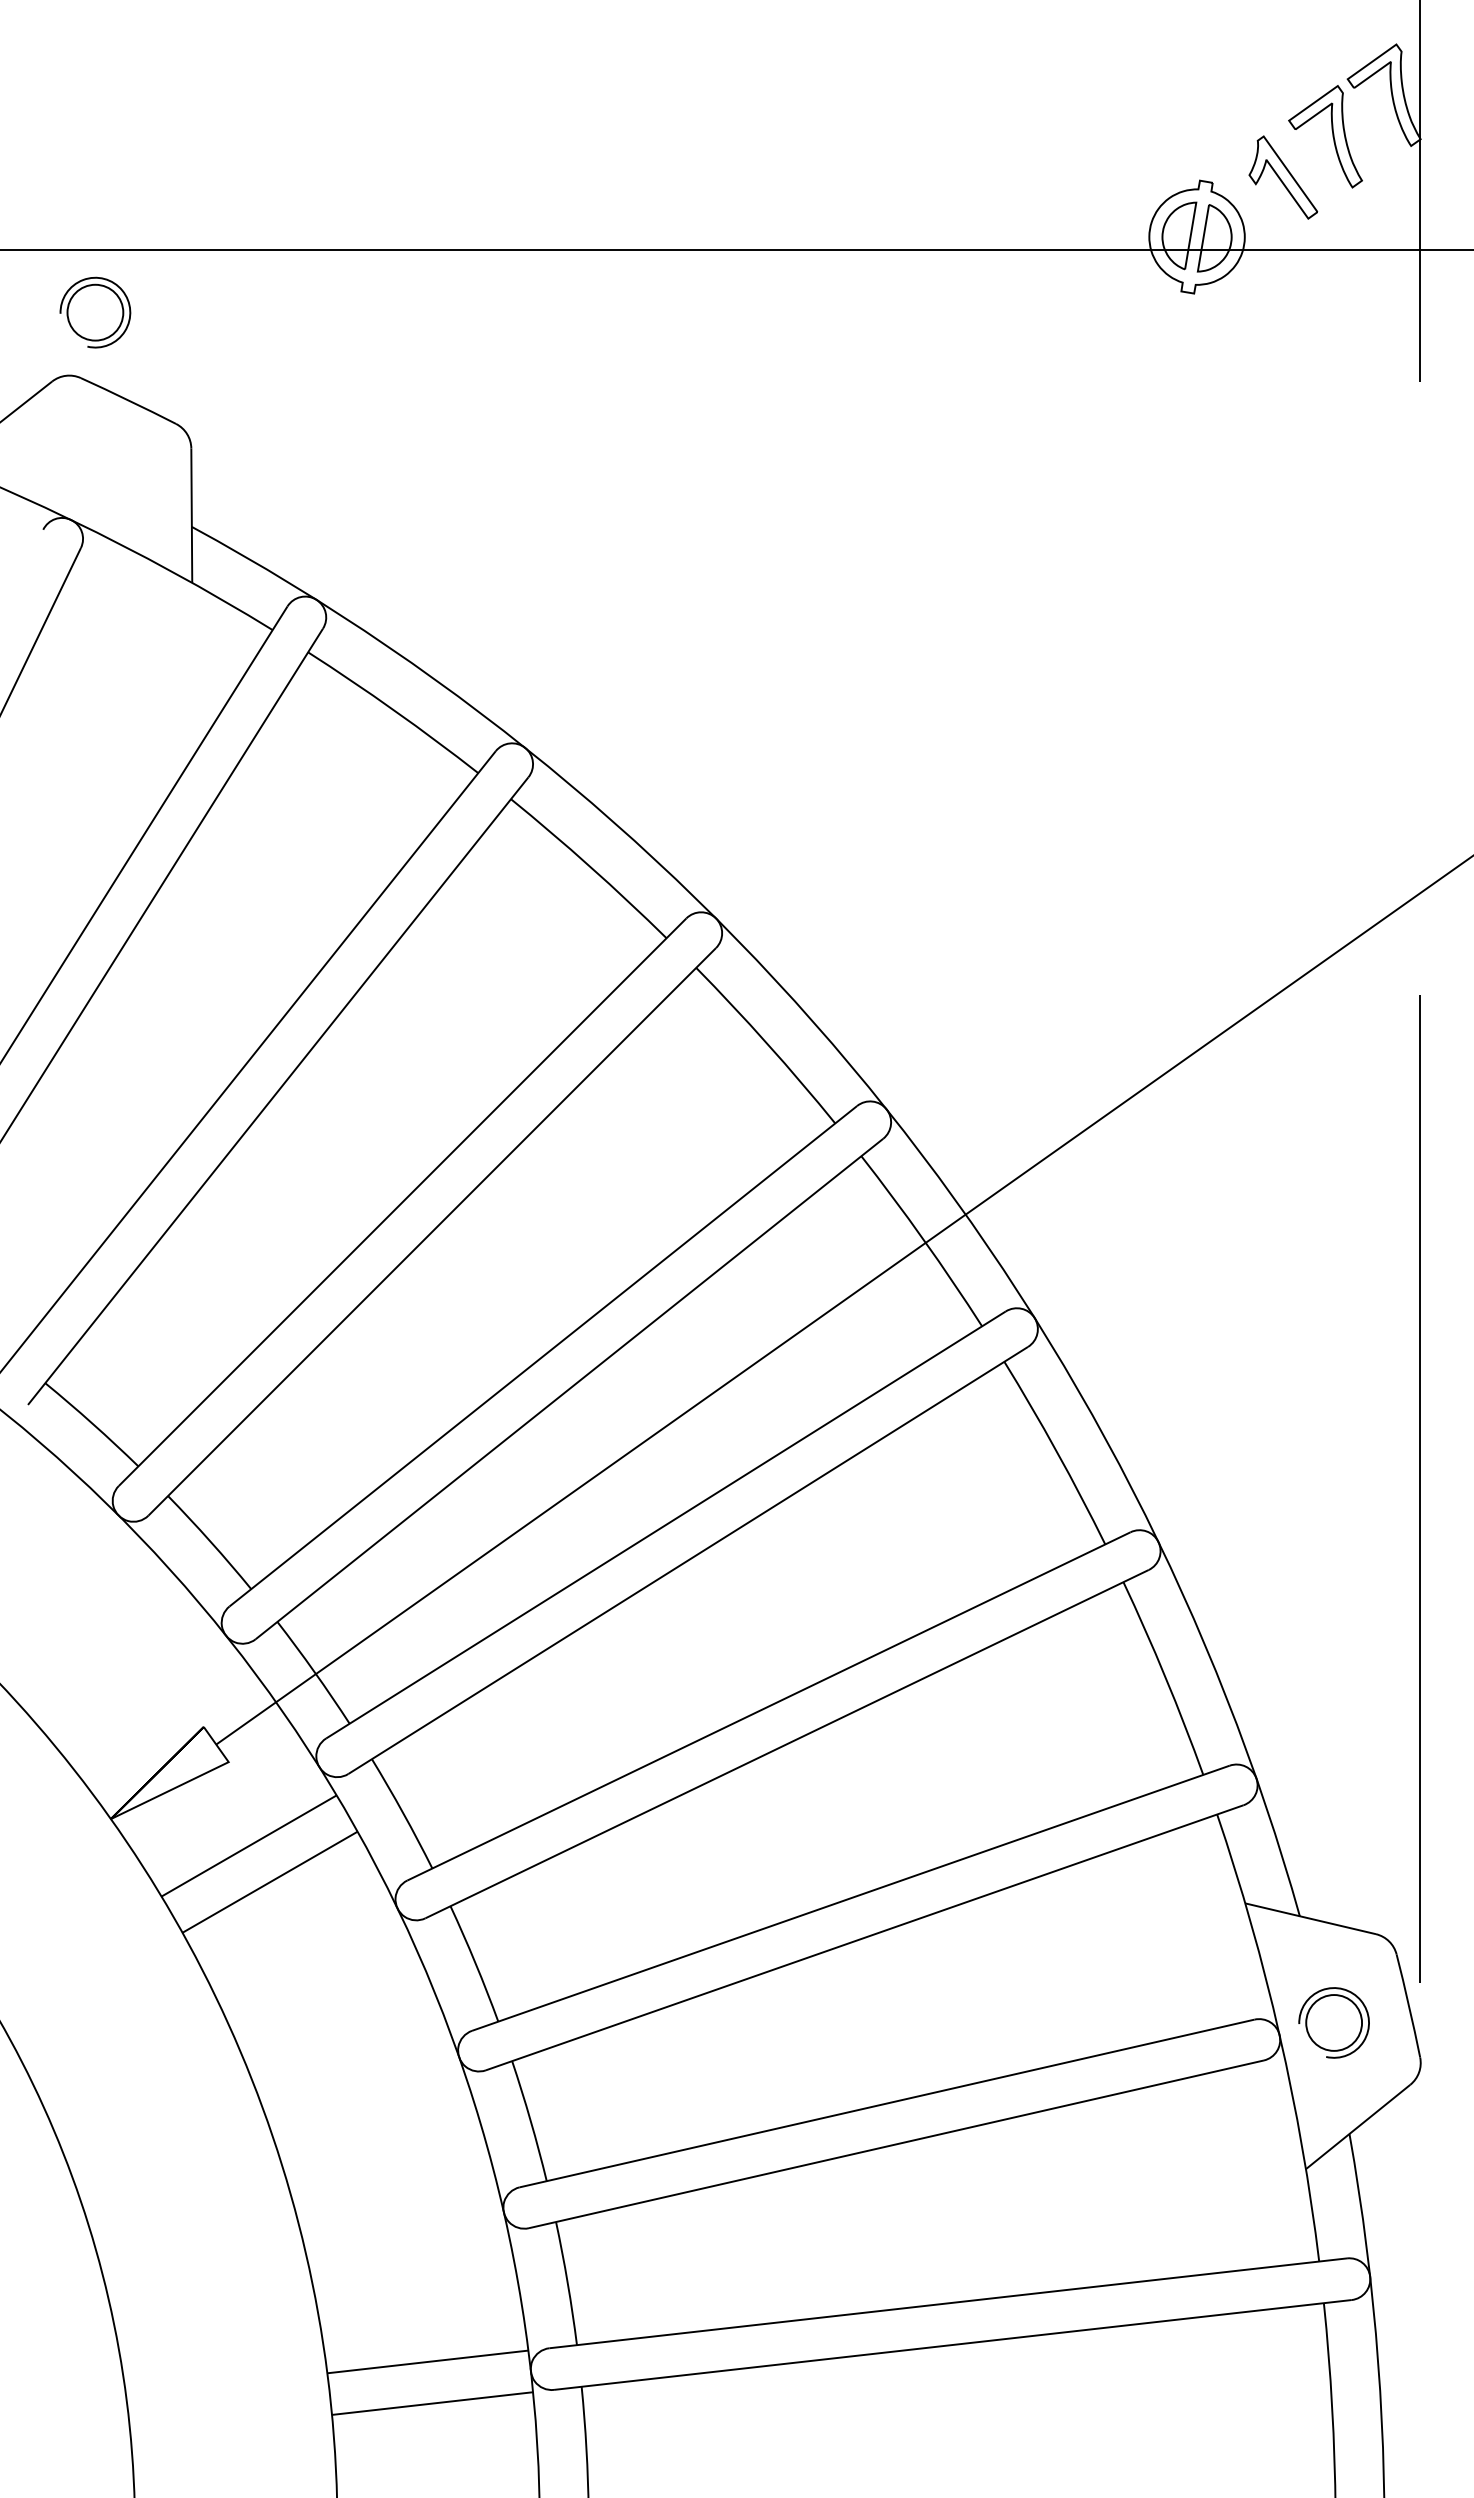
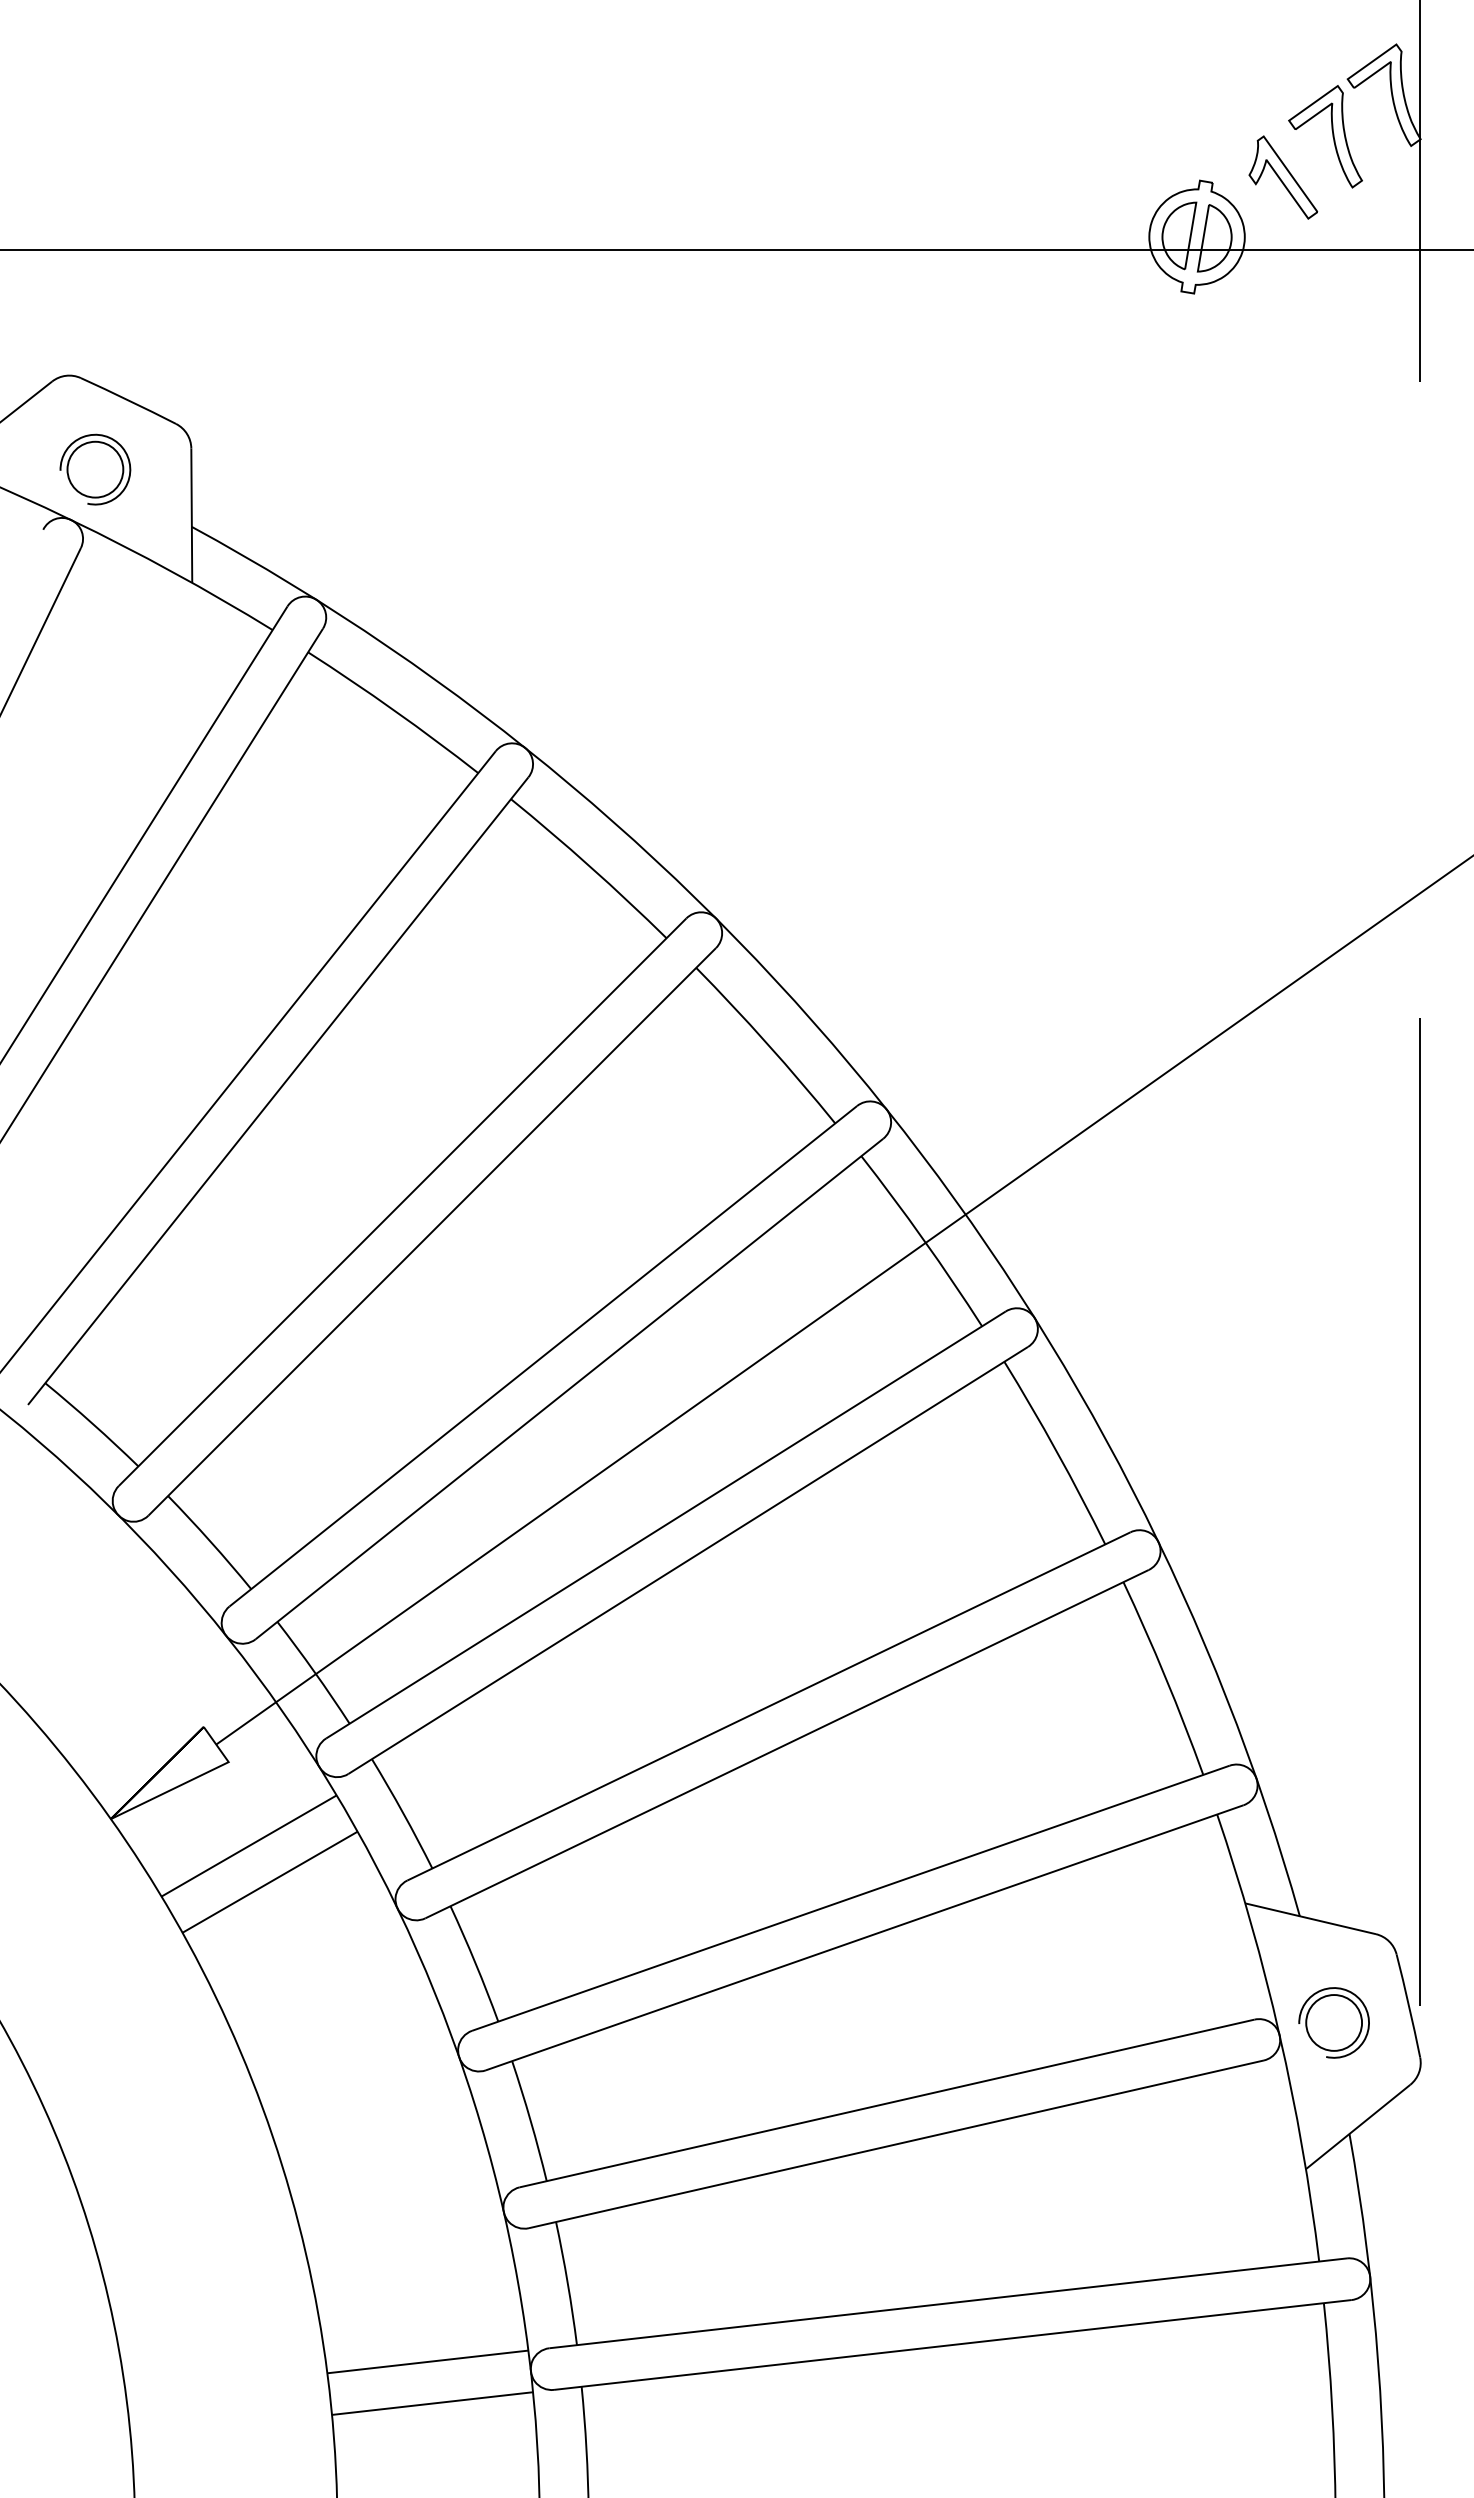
part at (95, 312) position: (95, 312) -> (95, 469)
line at (1419, 1488) position: (1419, 1488) -> (1419, 1511)
